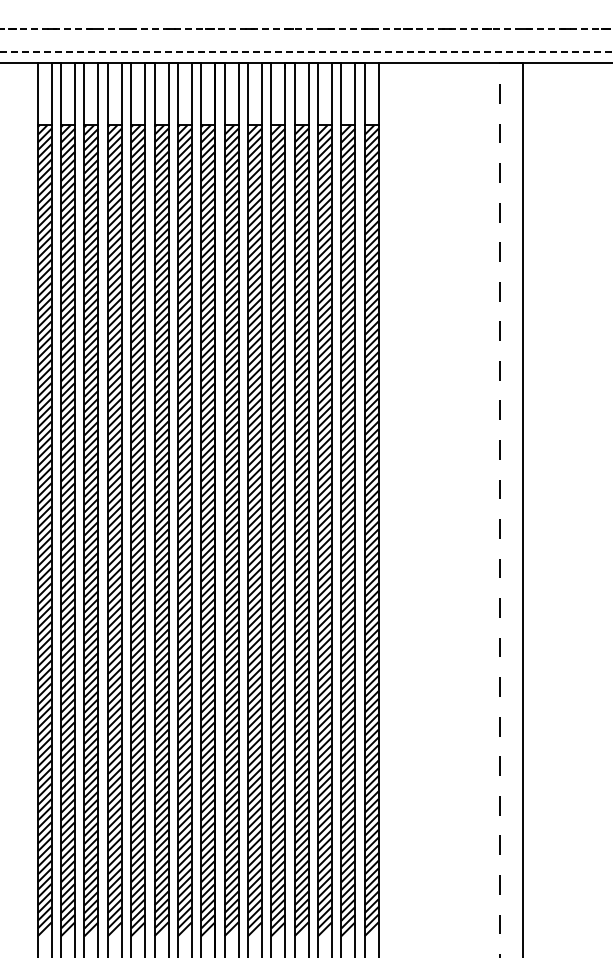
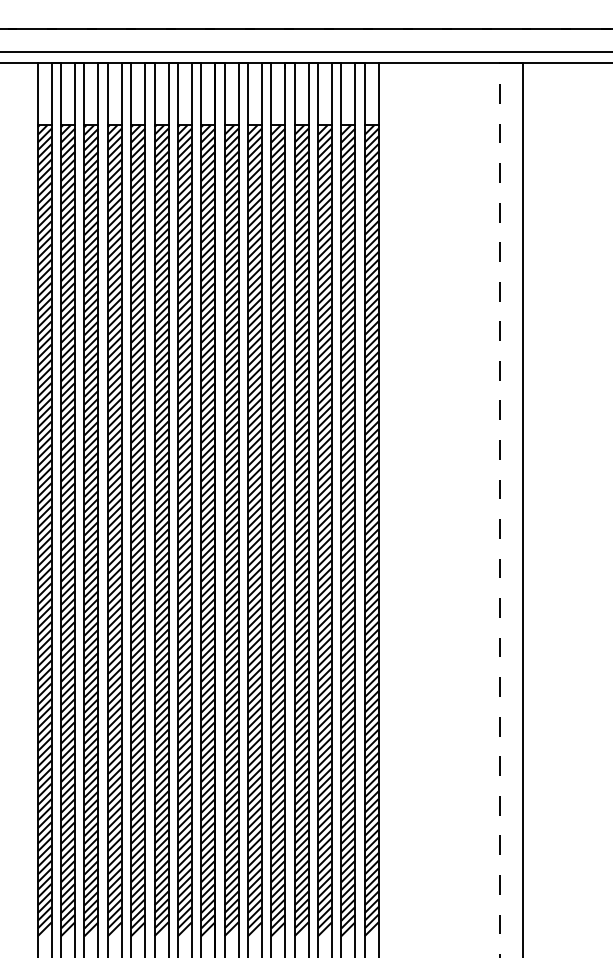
line at (306, 28): dashed -> solid
line at (306, 52): dashed -> solid
